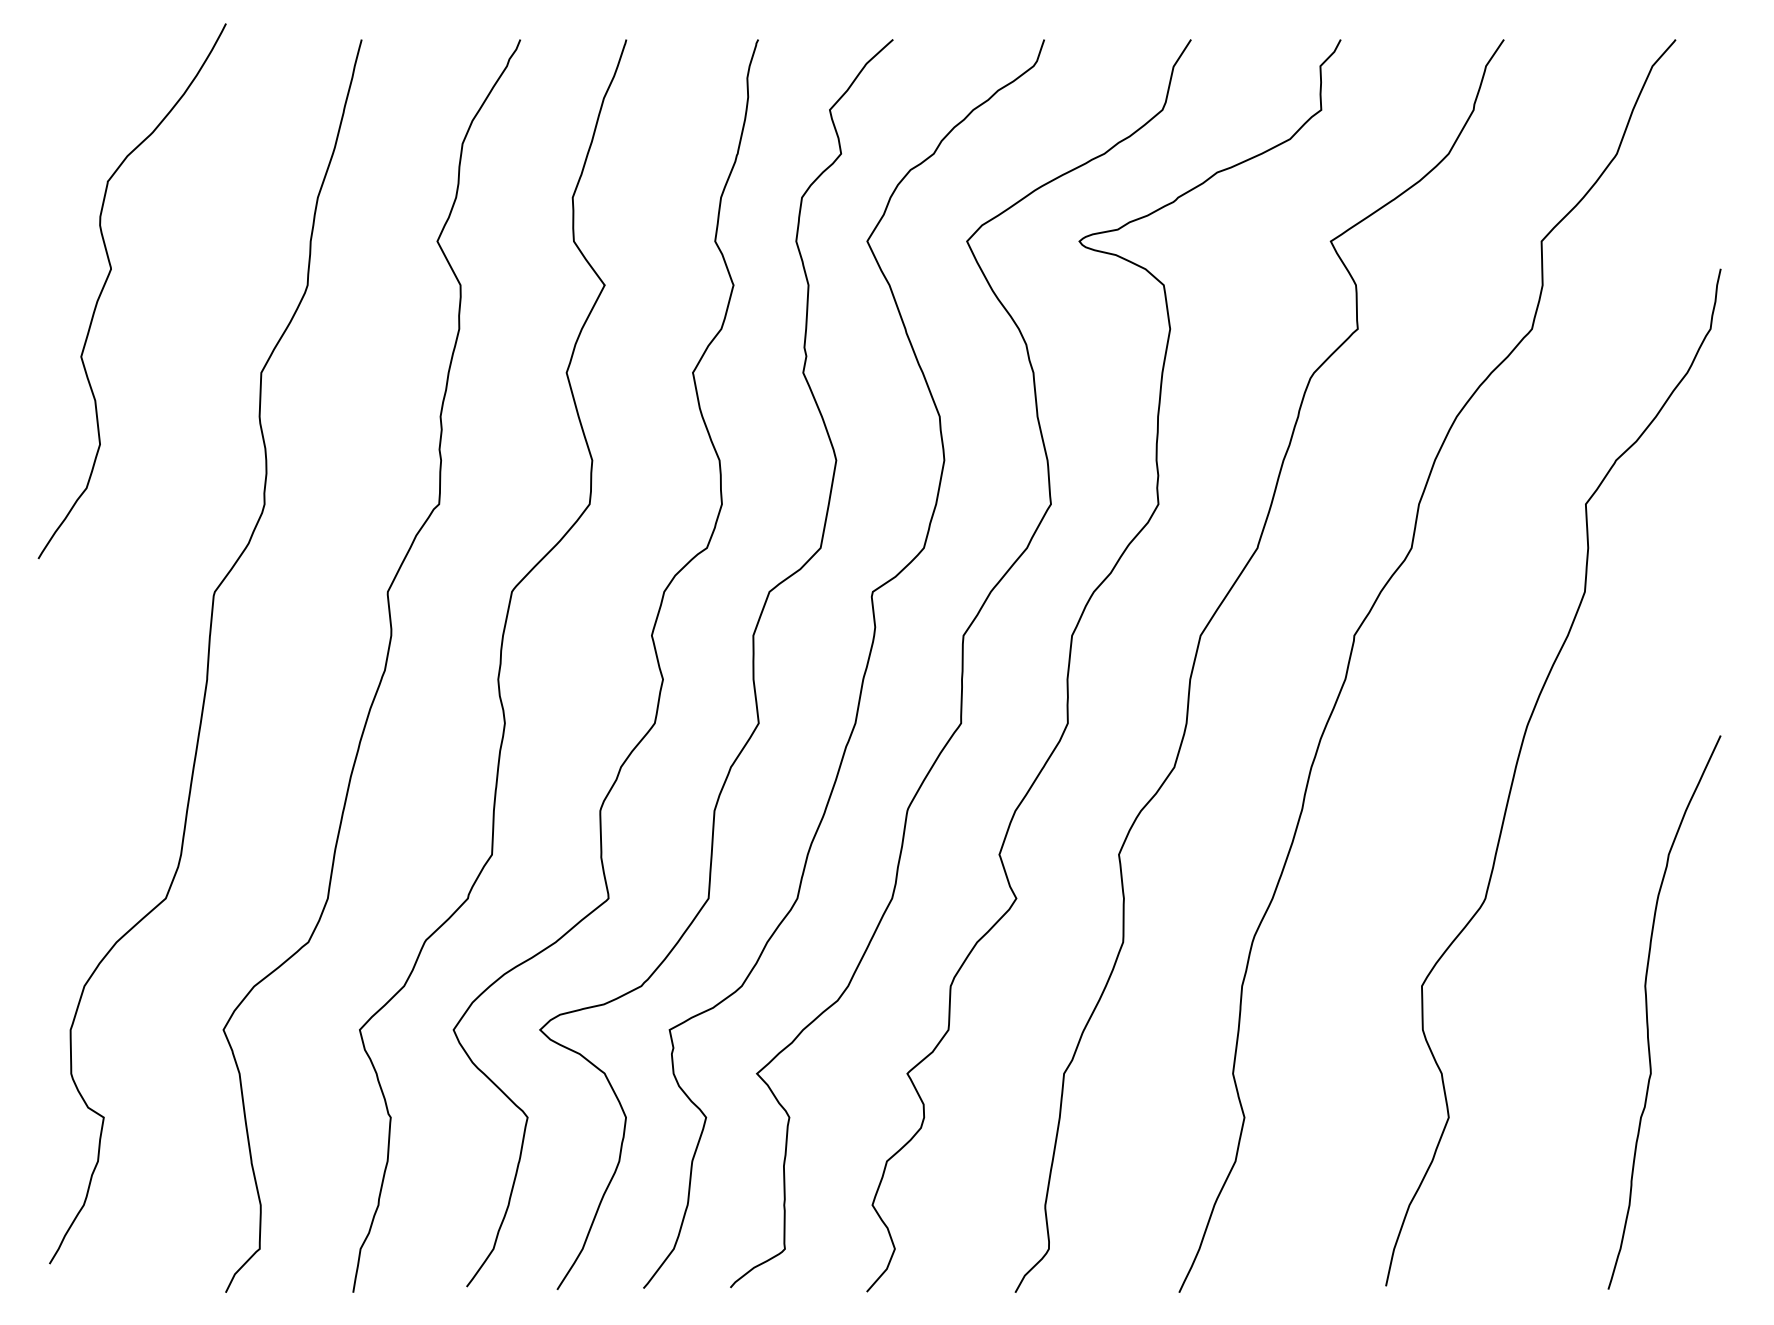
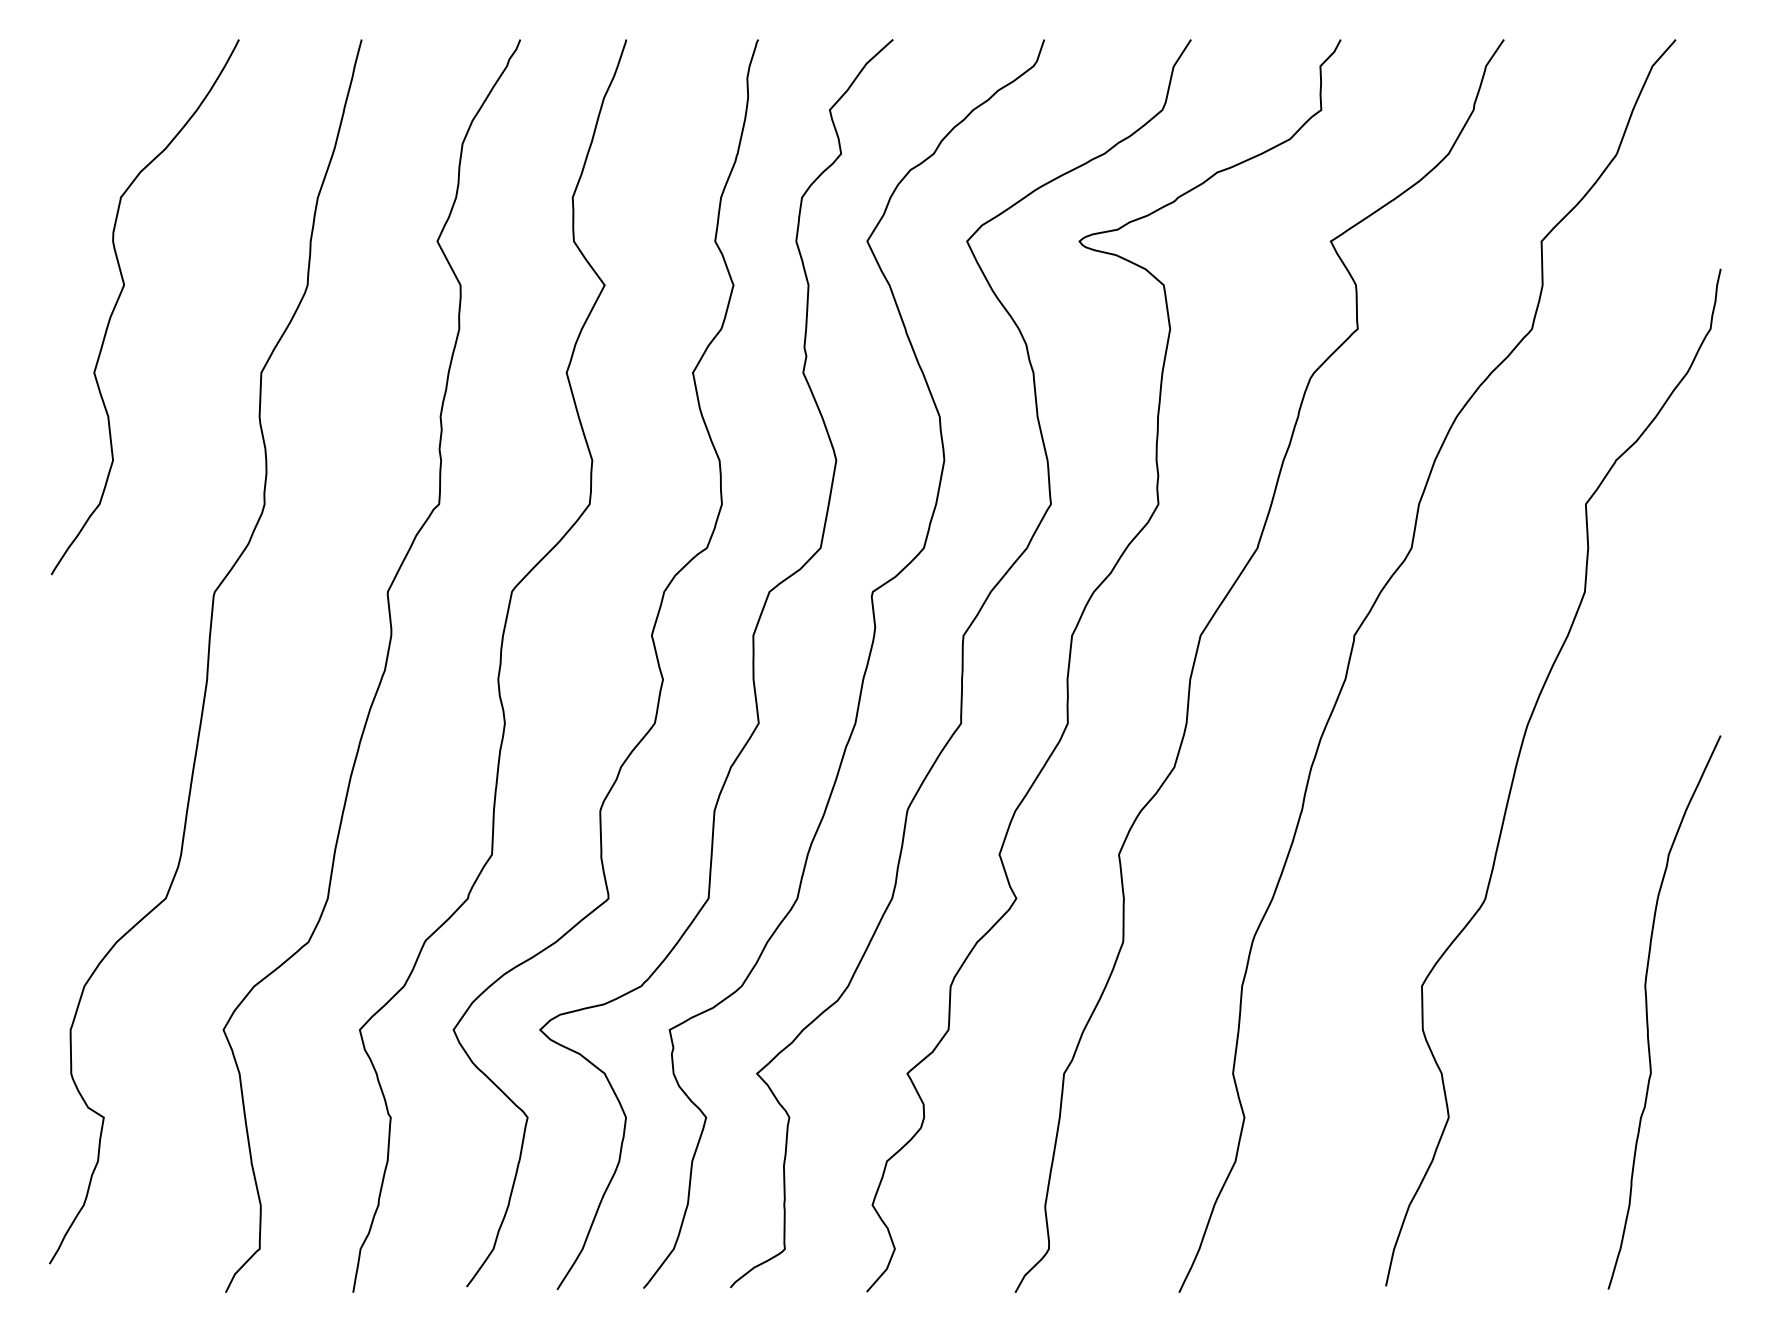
curve at (106, 283) position: (106, 283) -> (119, 299)
